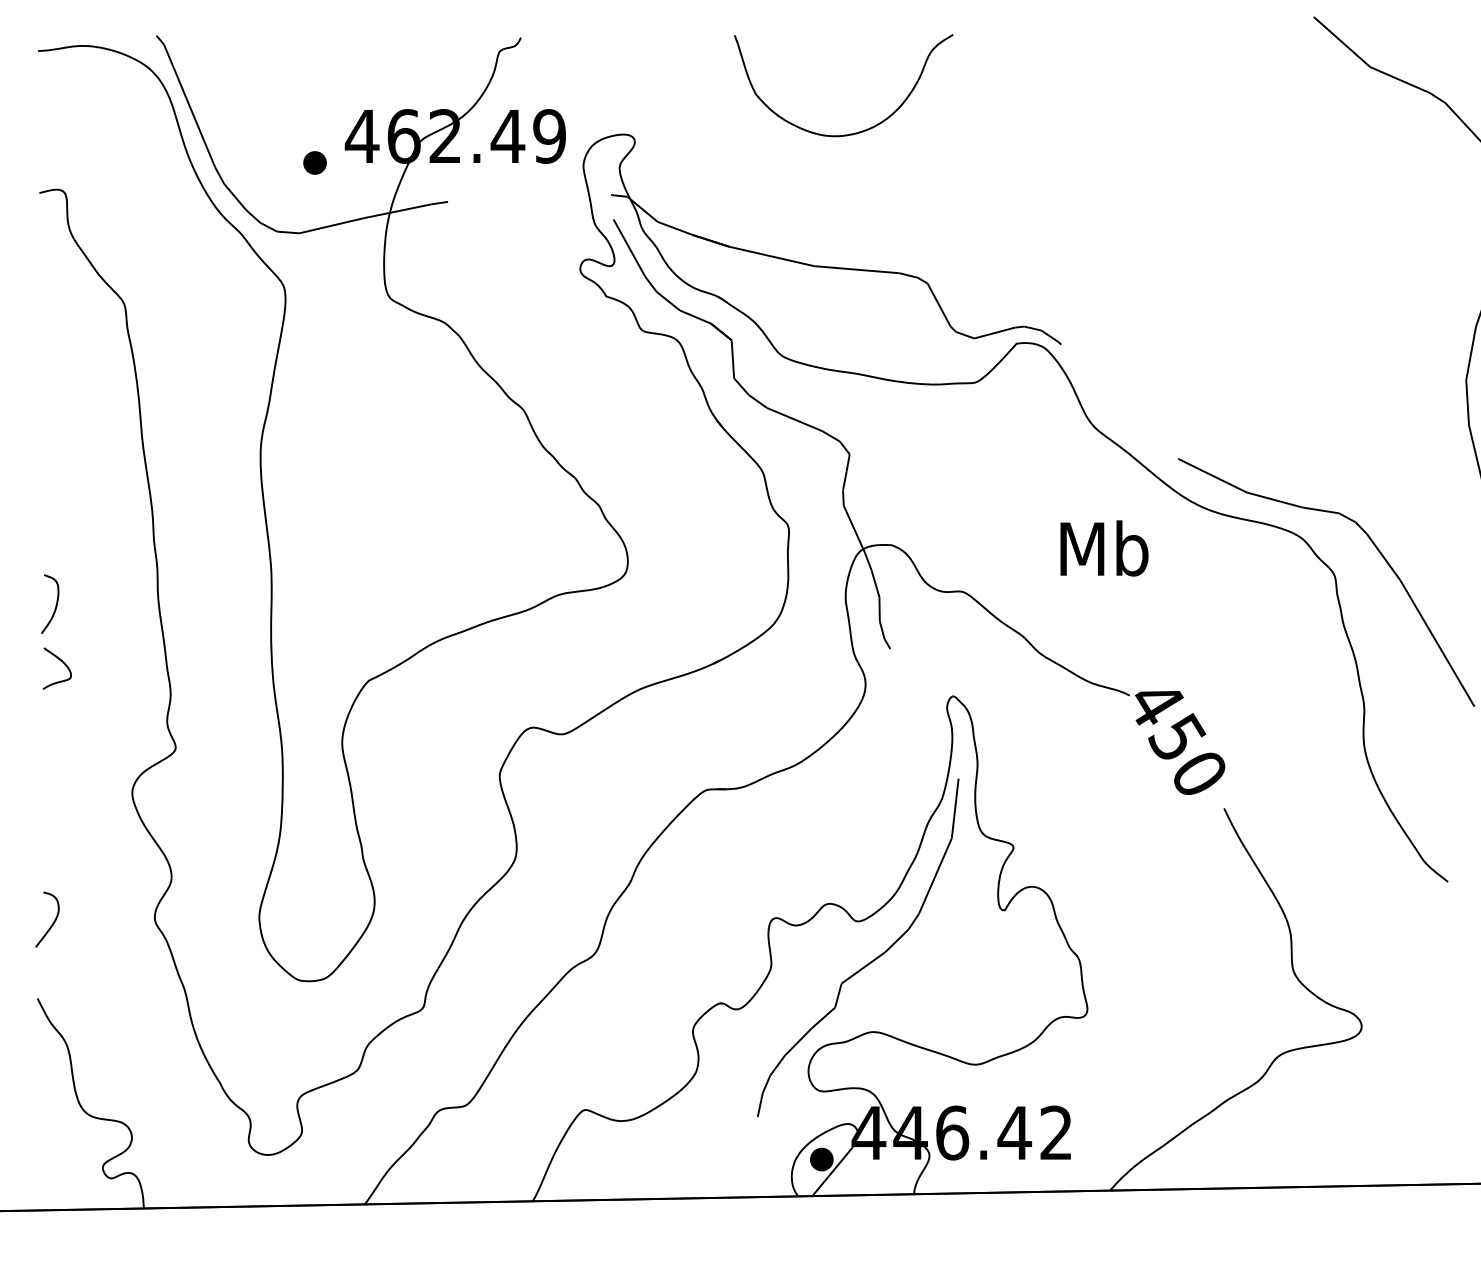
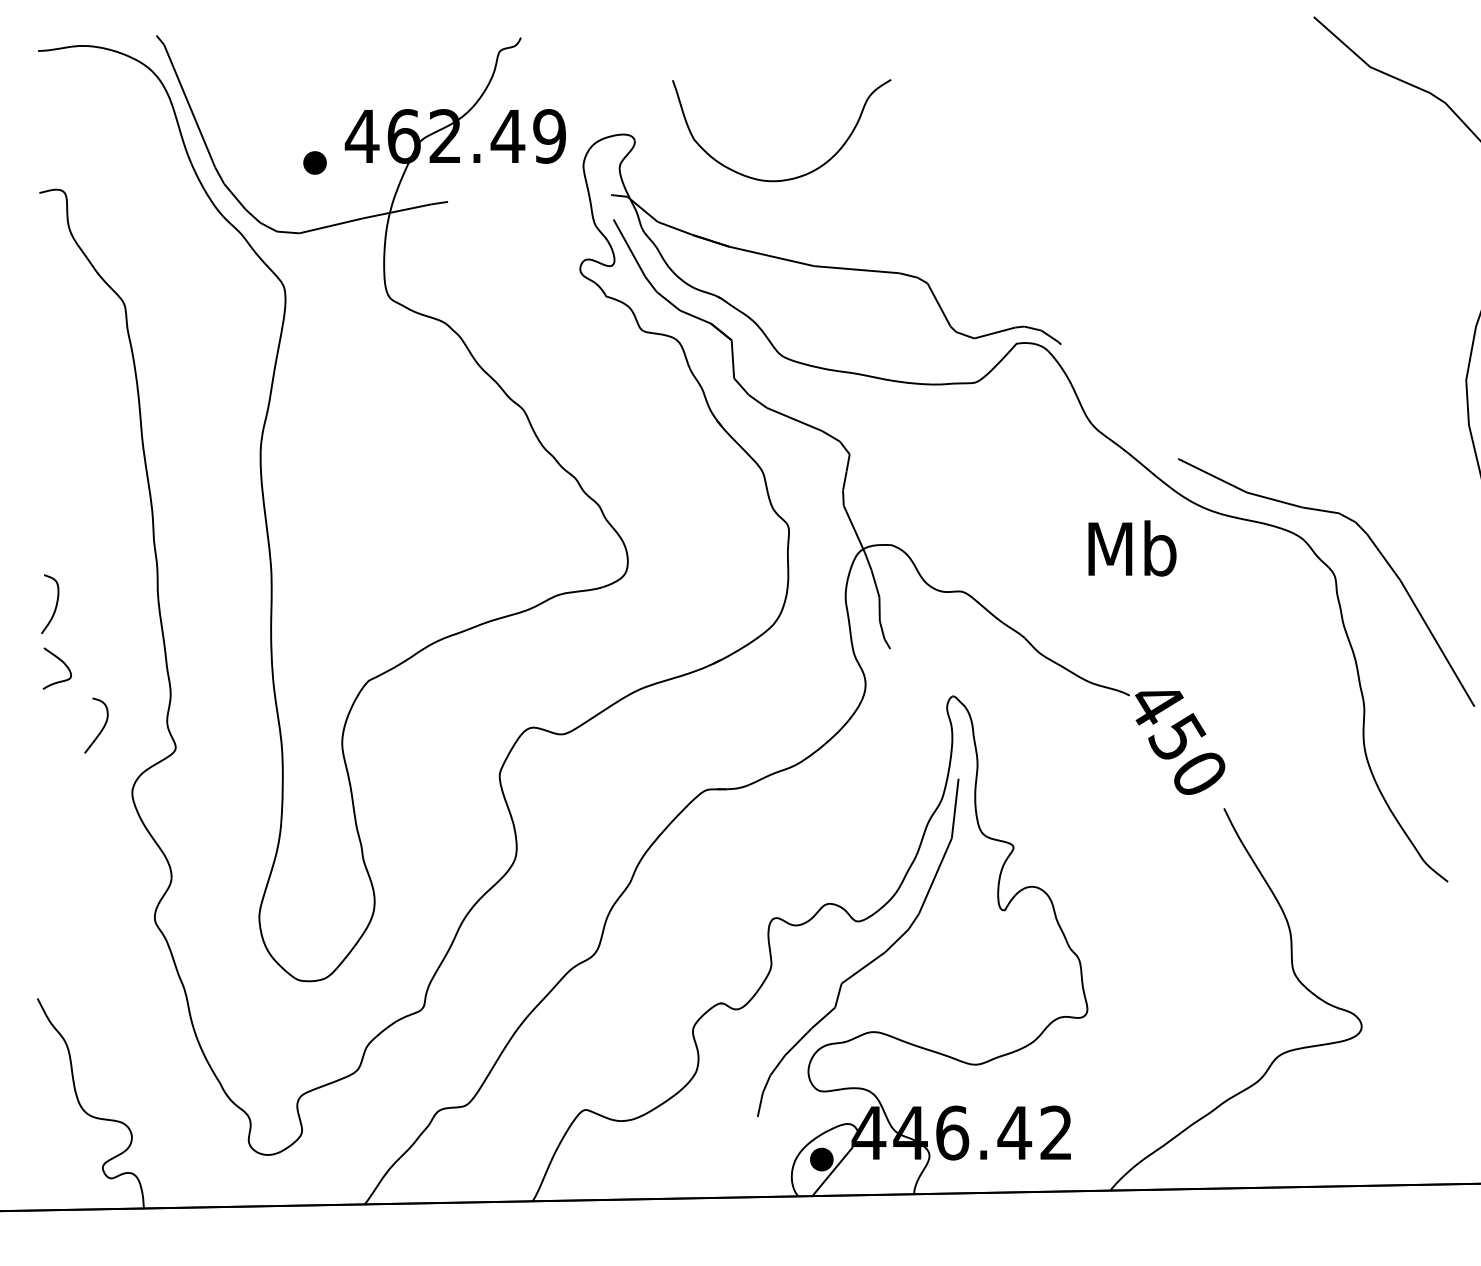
curve at (858, 131) position: (858, 131) -> (796, 176)
text at (1104, 548) position: (1104, 548) -> (1132, 548)
curve at (53, 921) position: (53, 921) -> (102, 727)
